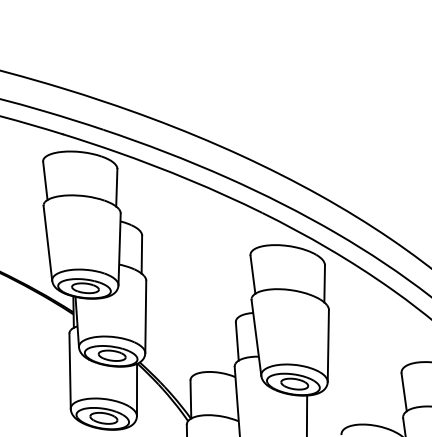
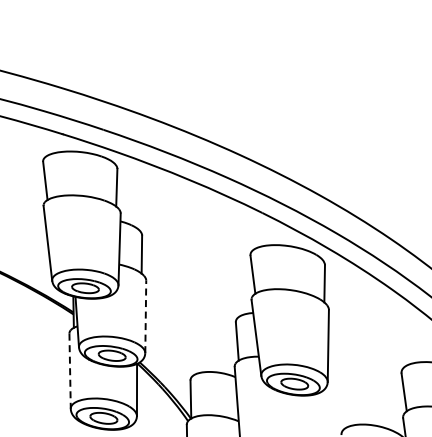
line at (145, 316): solid -> dashed
line at (70, 371): solid -> dashed
line at (306, 414): present -> none
